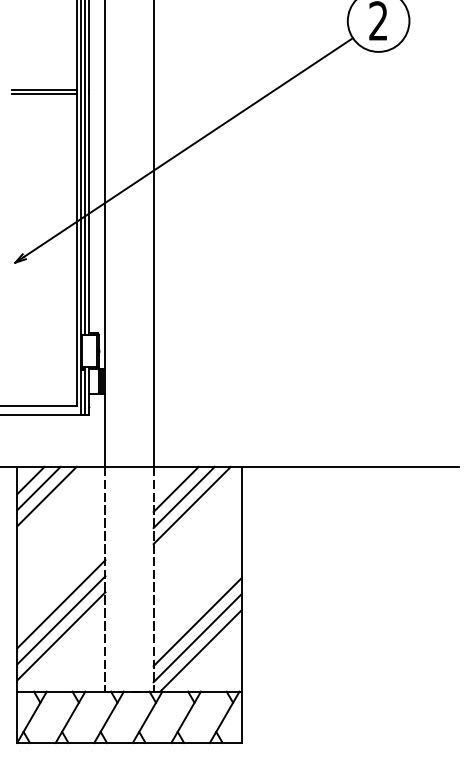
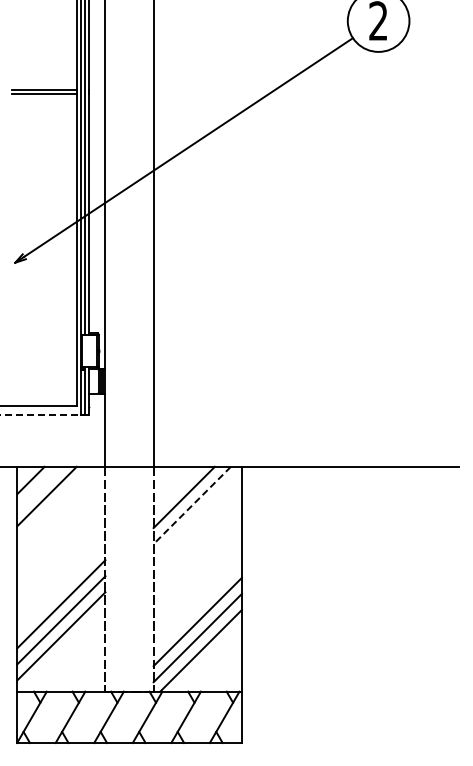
line at (44, 415): solid -> dashed
line at (38, 488): present -> none
line at (175, 489): present -> none
line at (192, 505): solid -> dashed
